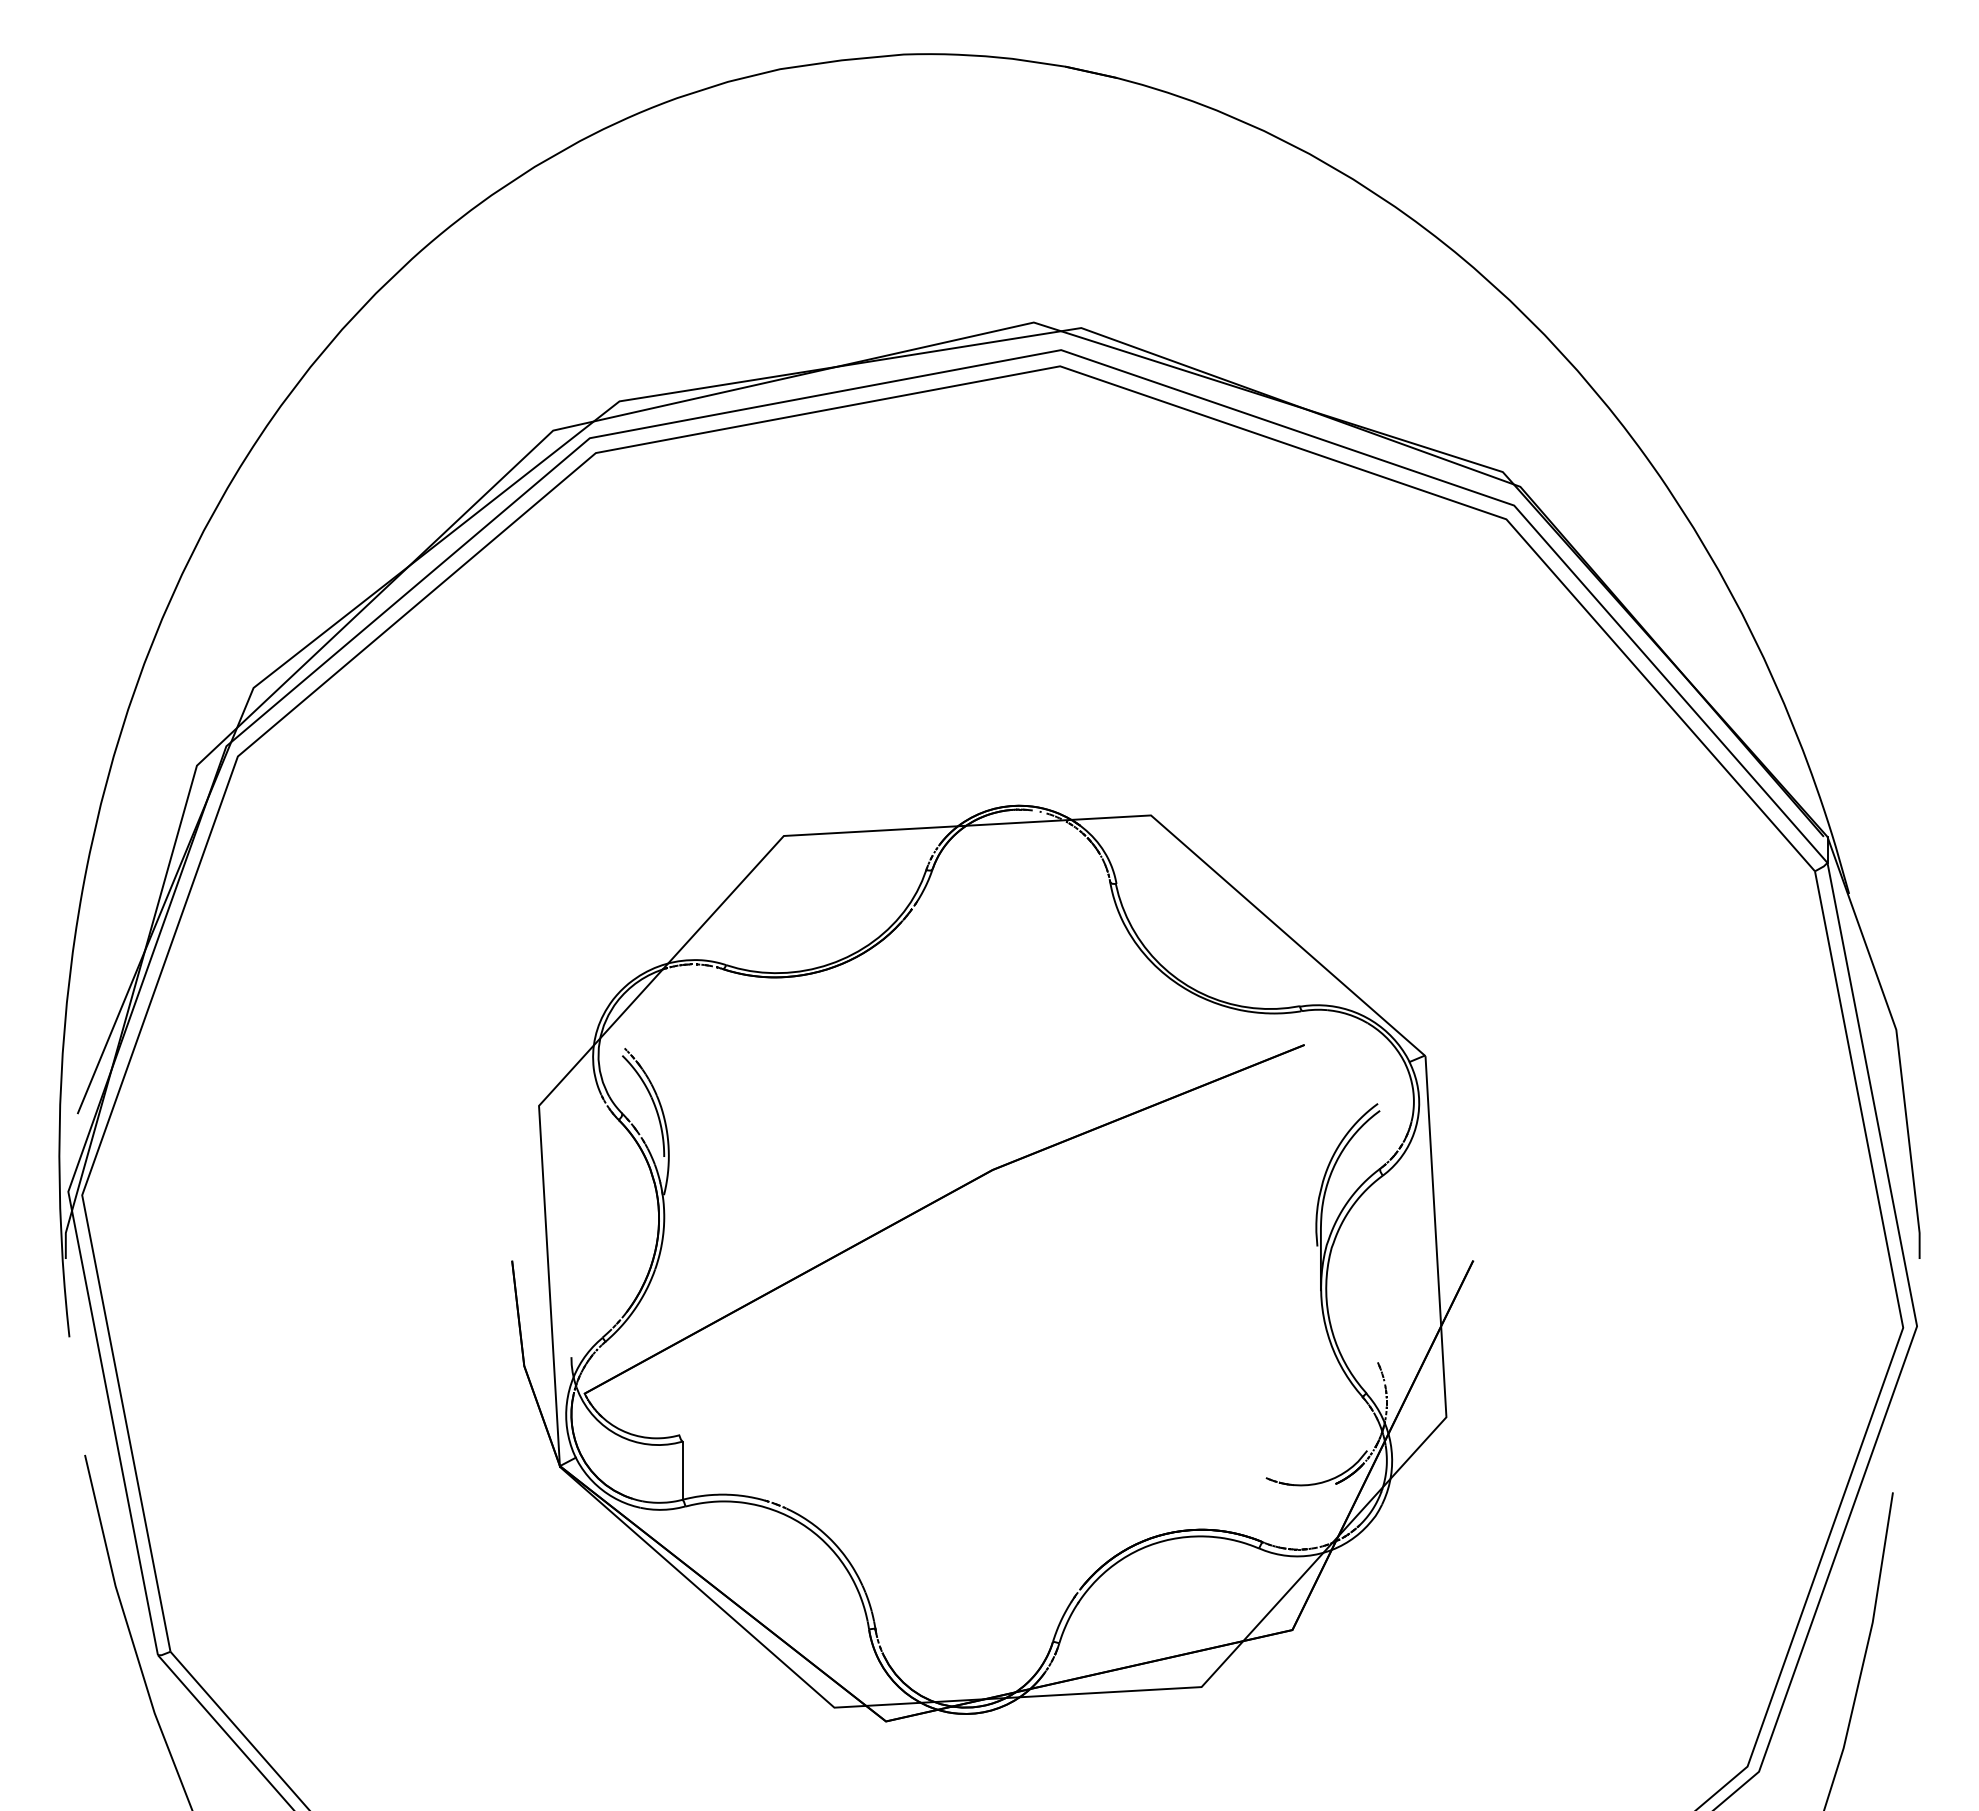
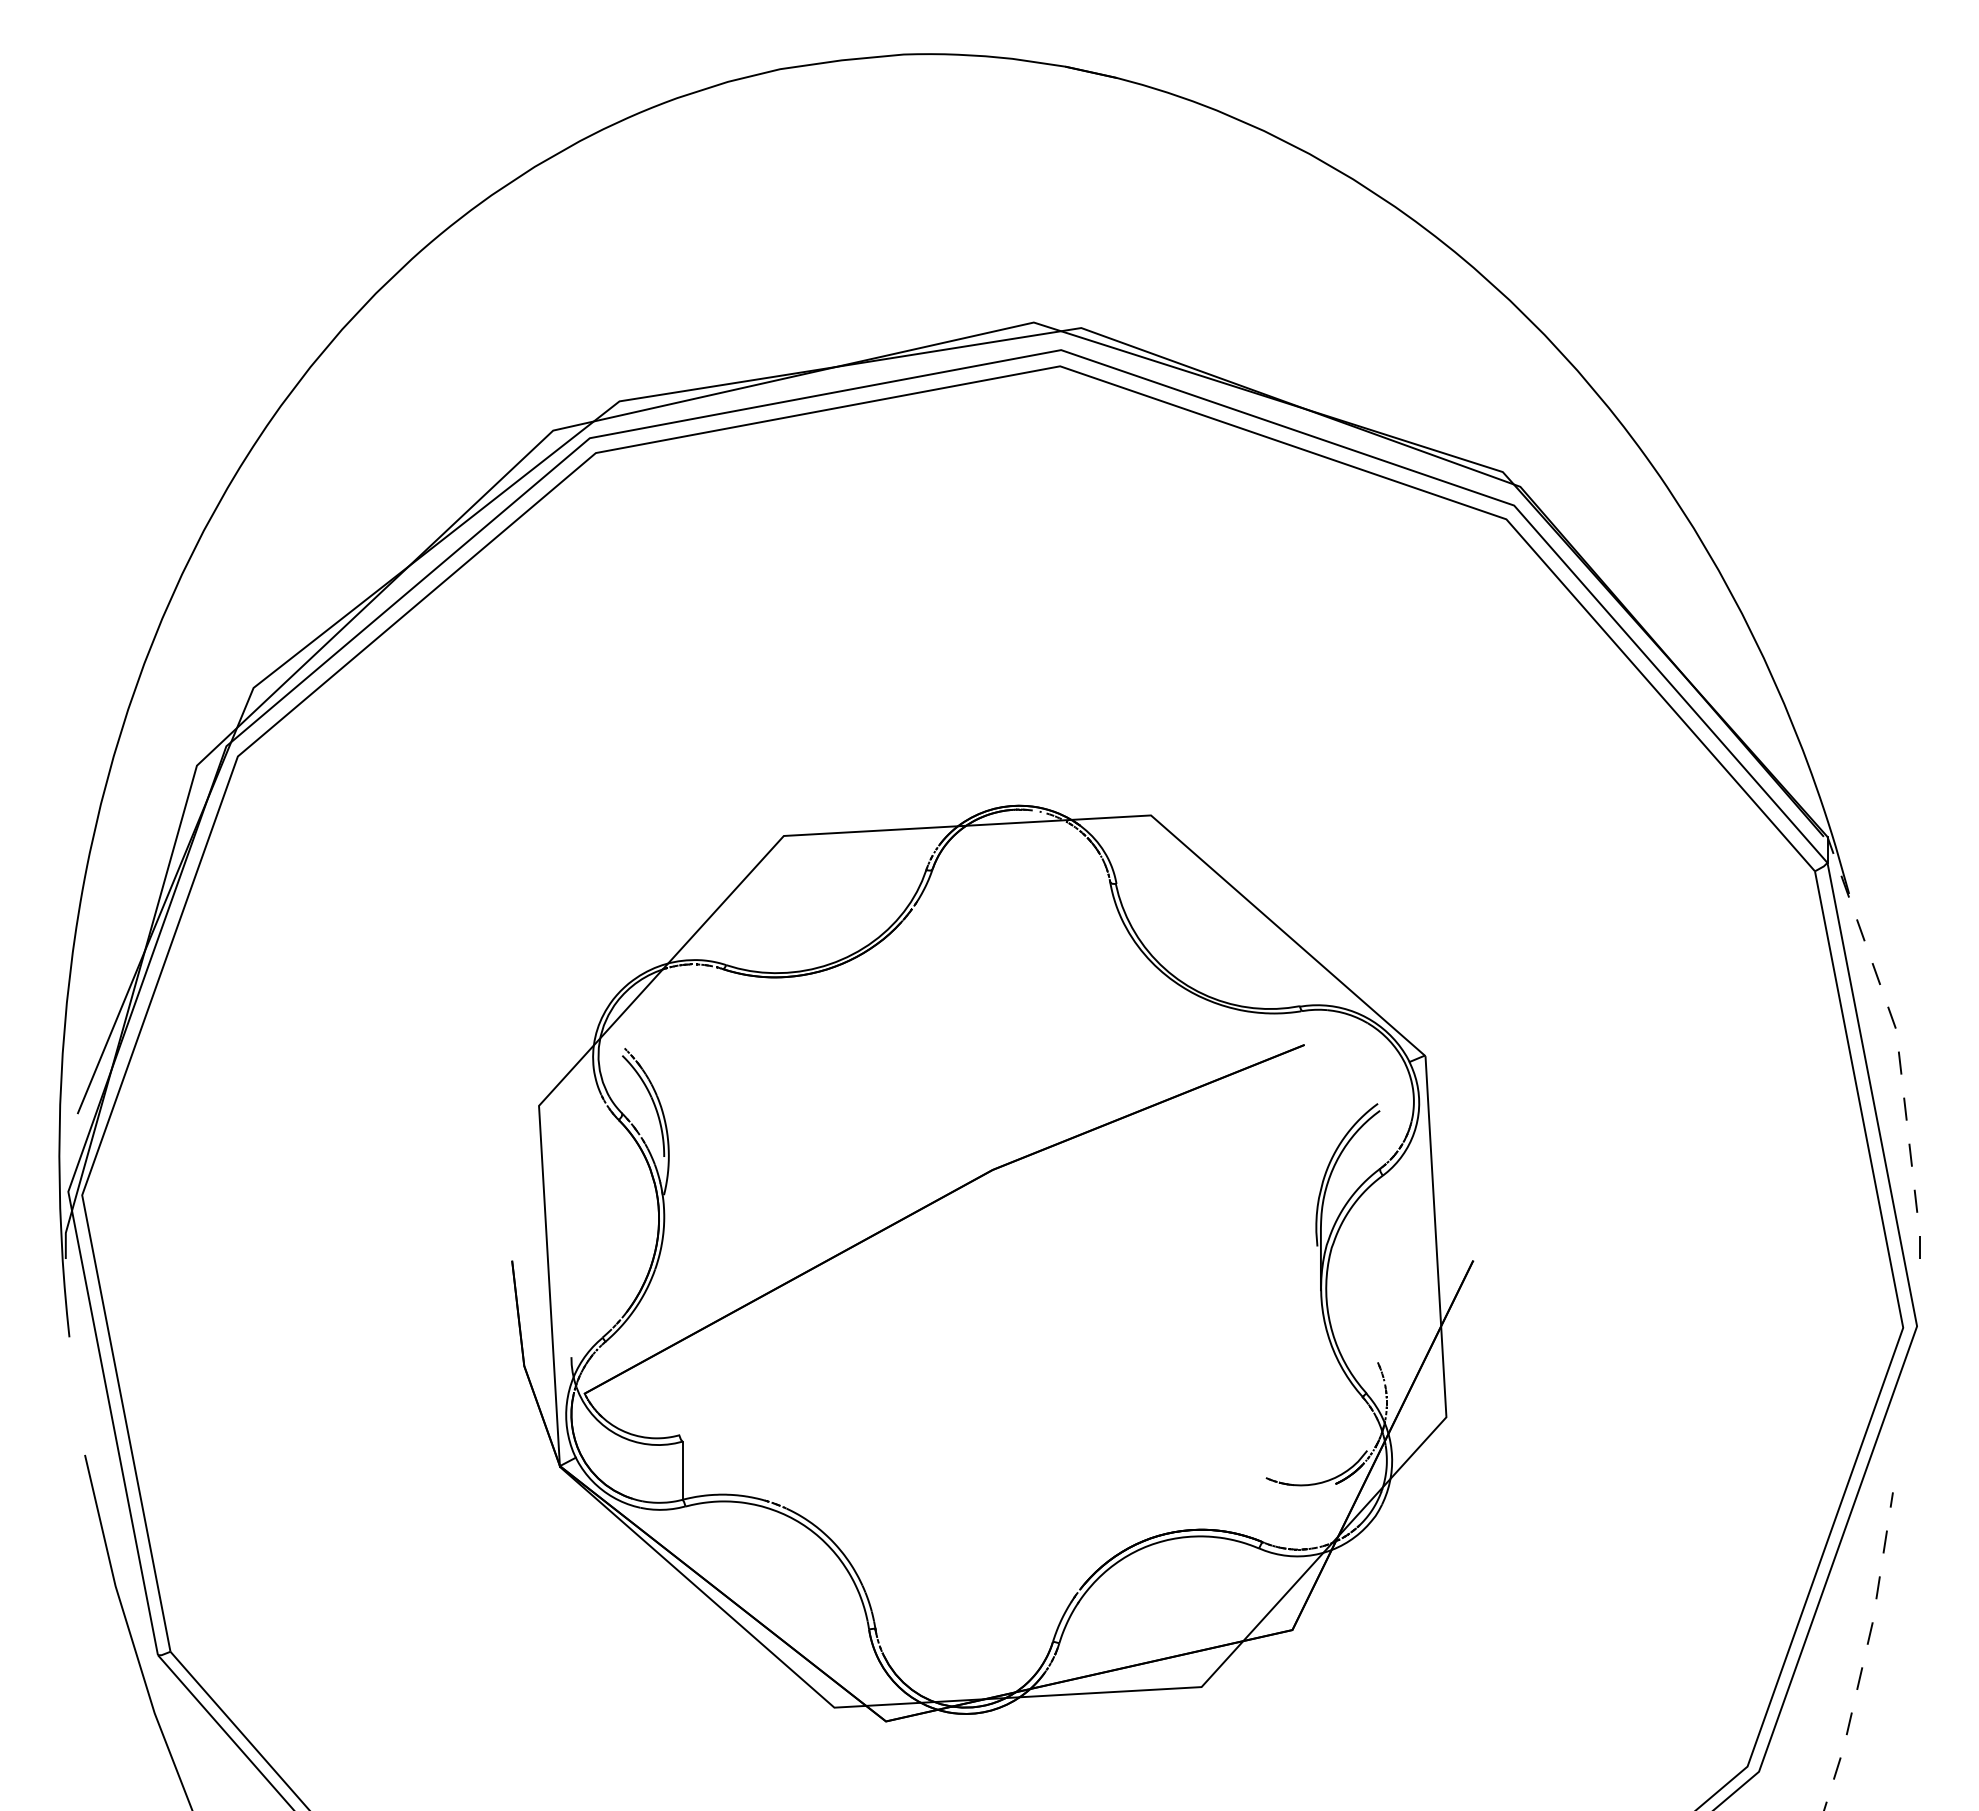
line at (1897, 1042): solid -> dashed
line at (1865, 1652): solid -> dashed
